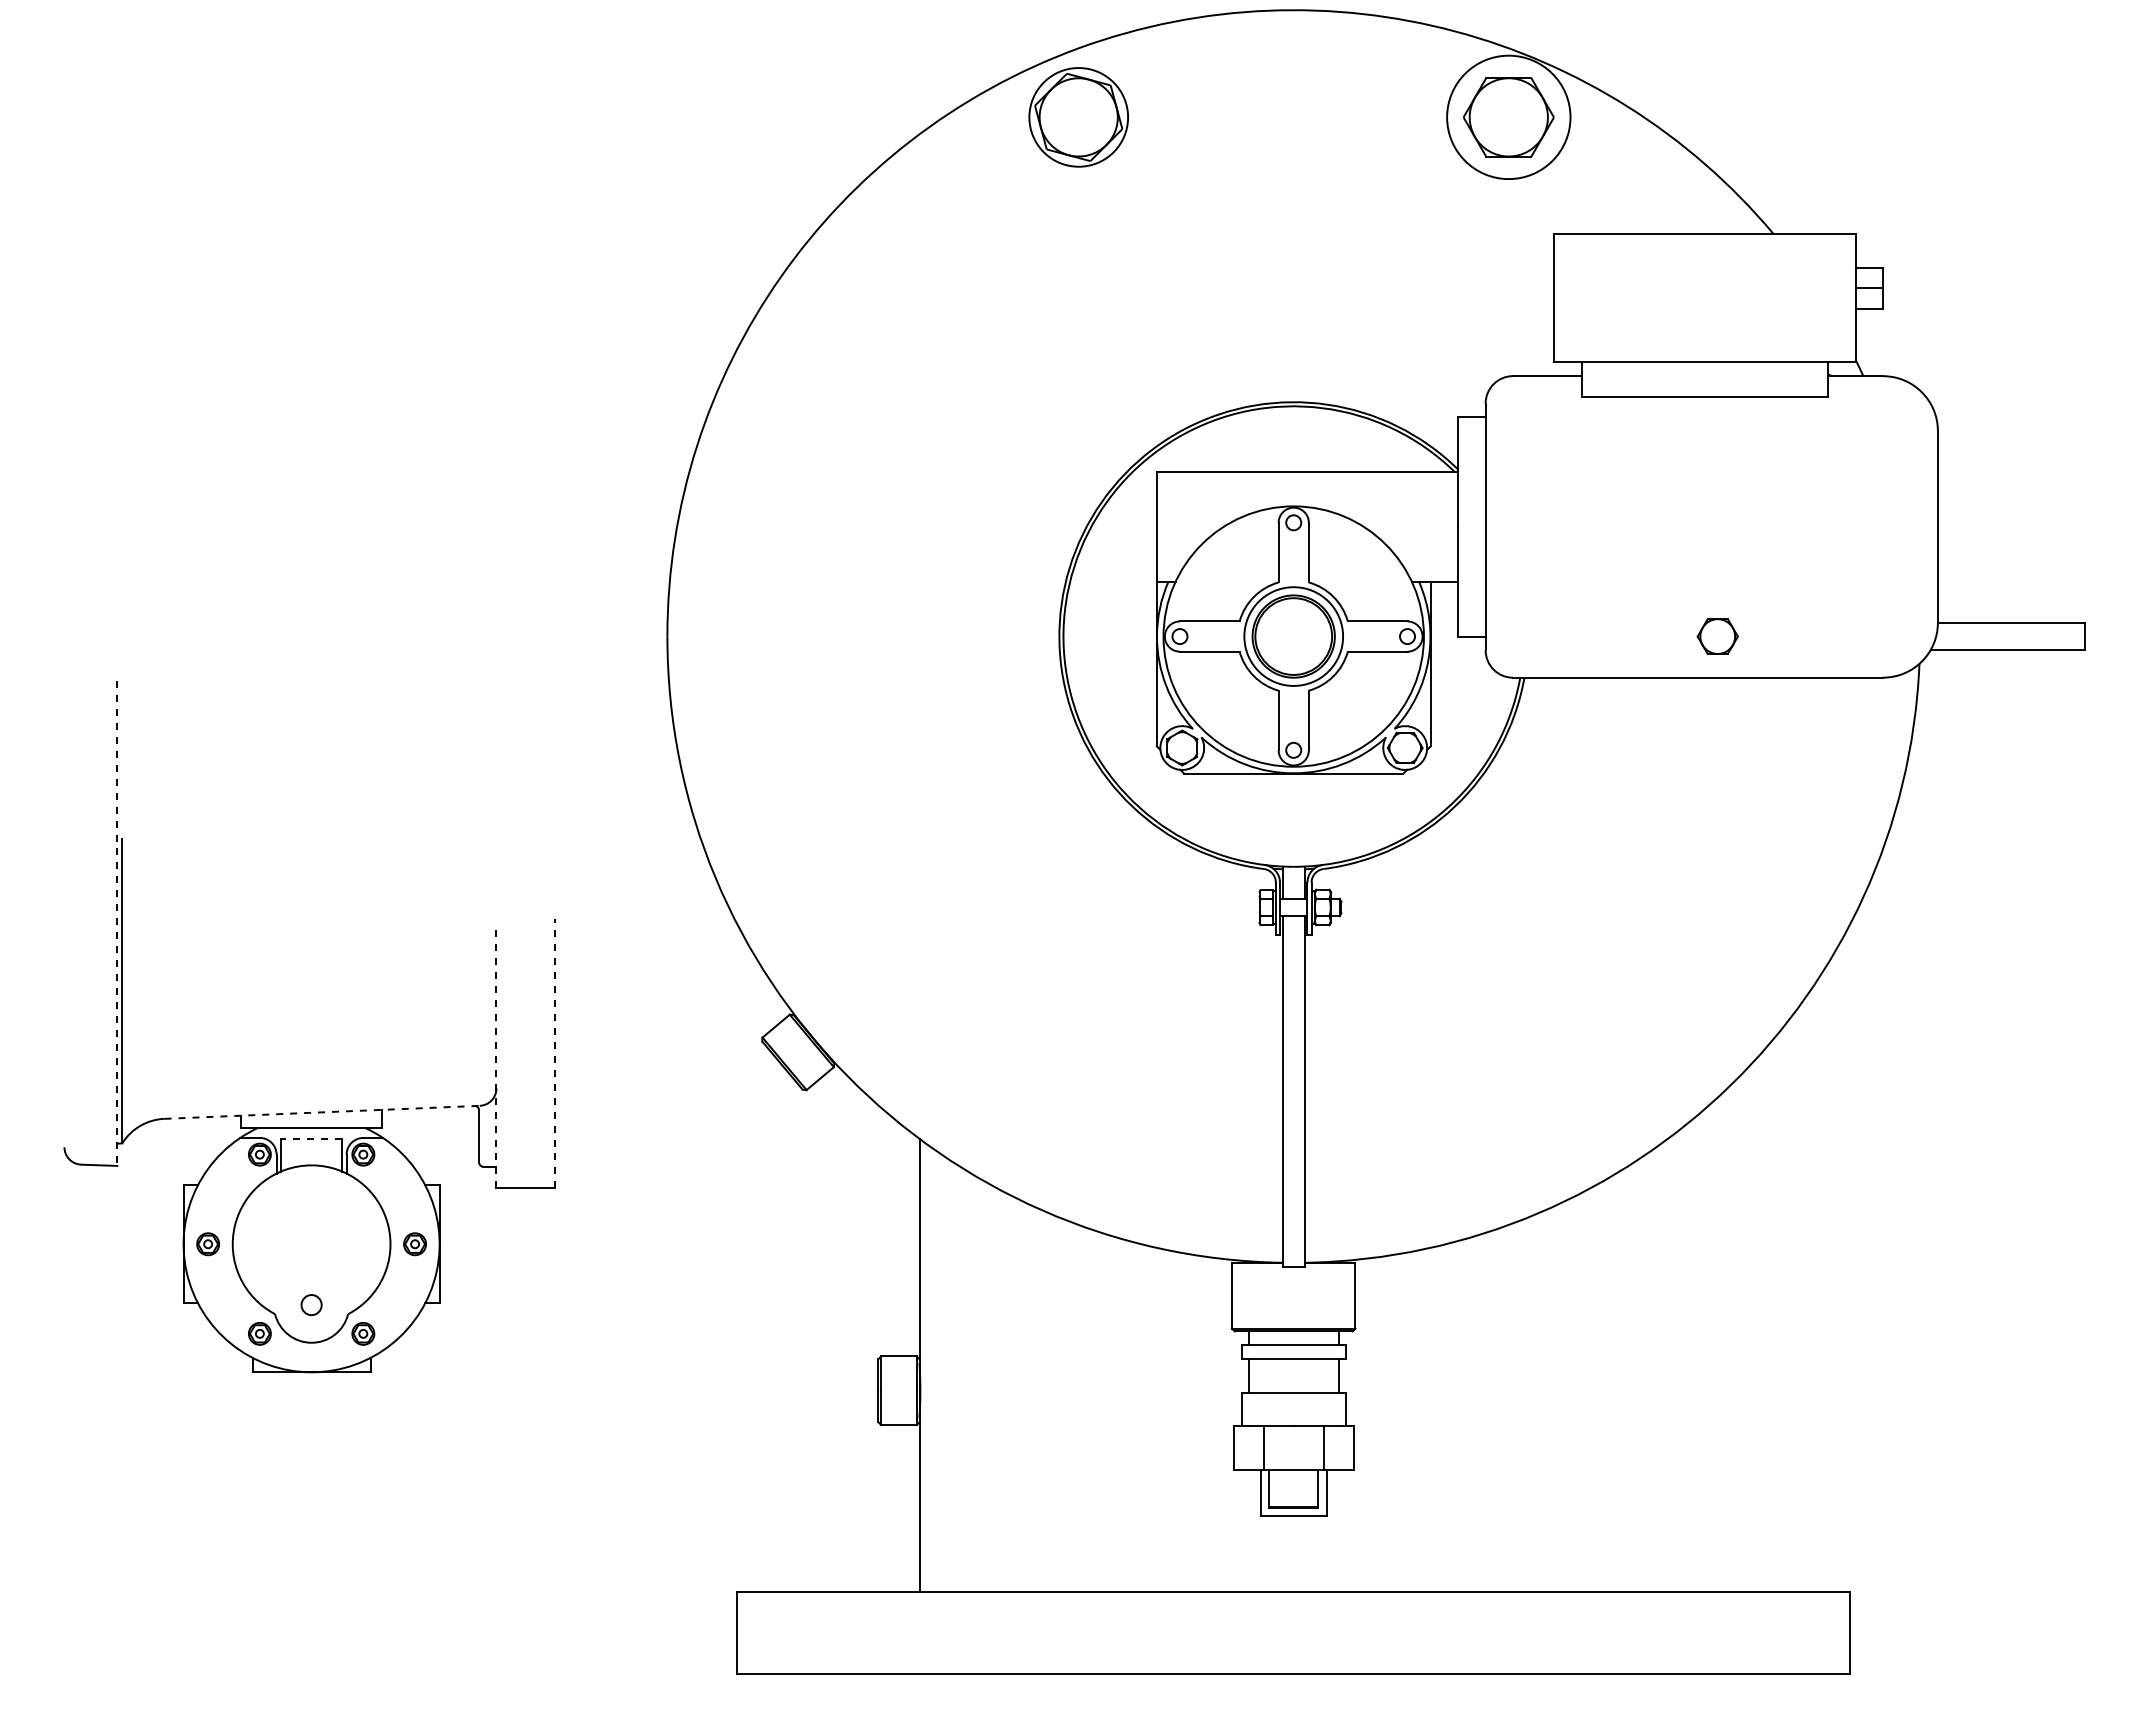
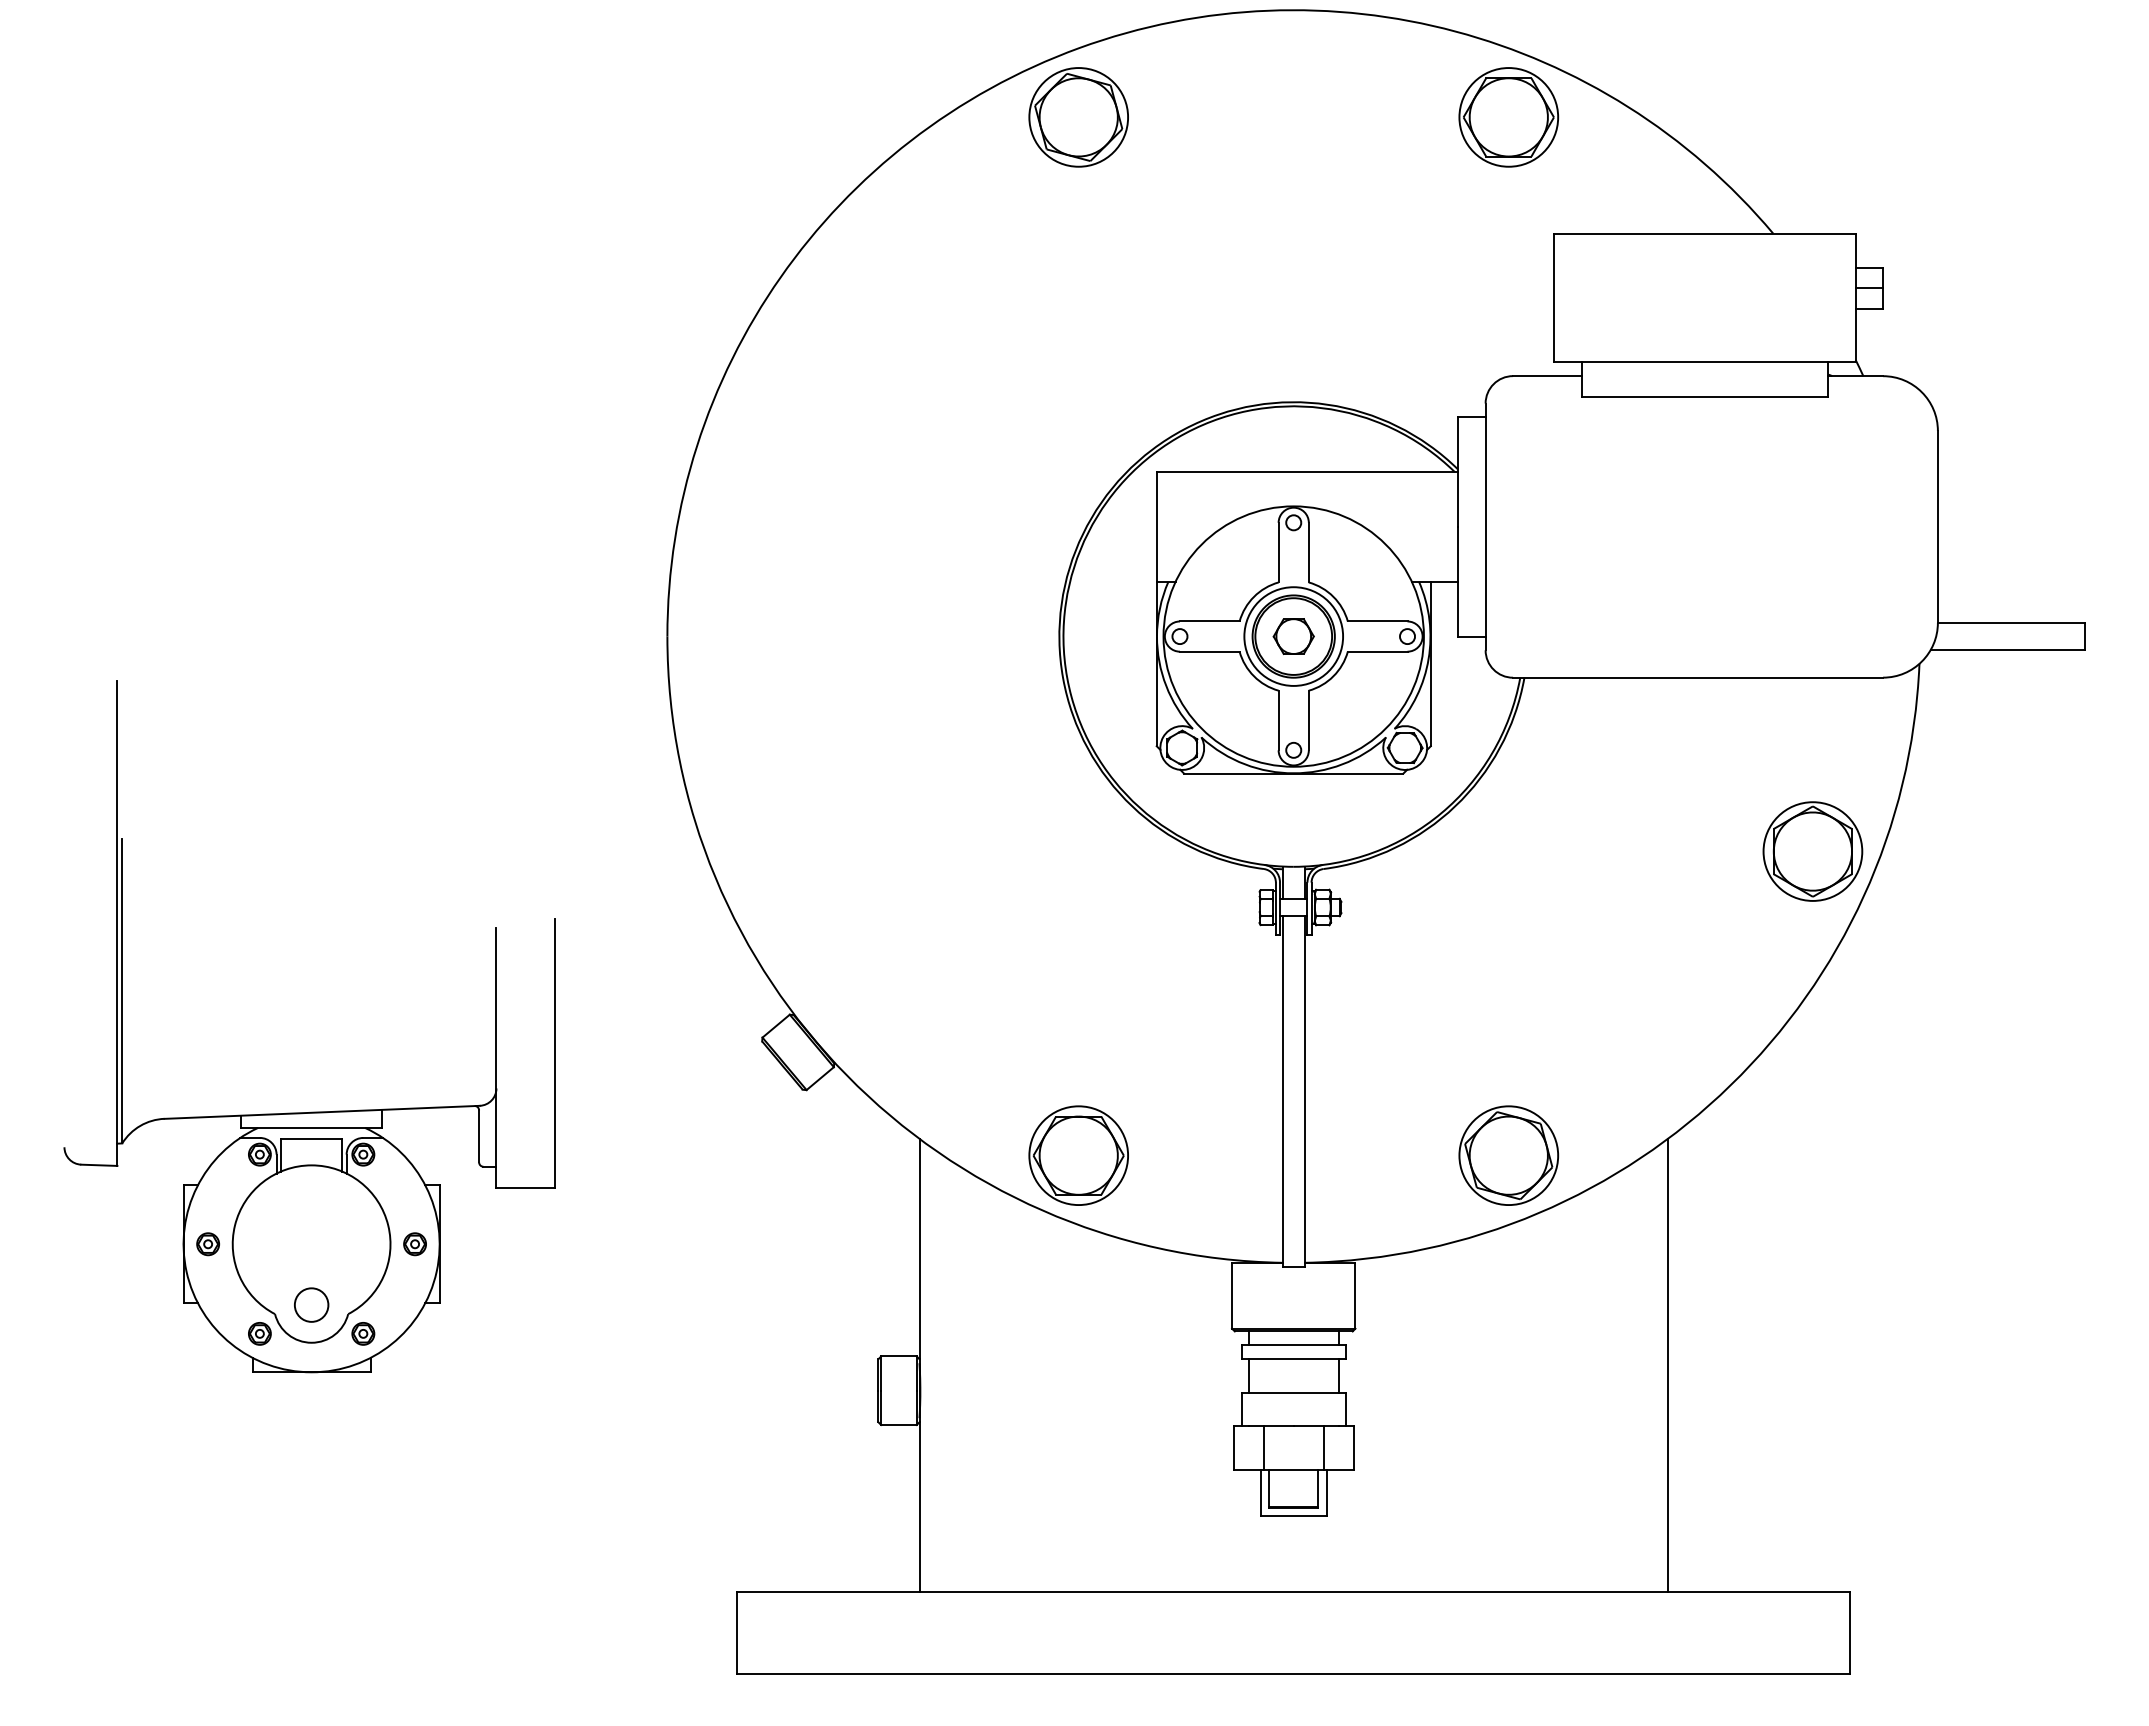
circle at (1508, 117) diameter: 123 px -> 99 px
part at (1717, 636) position: (1717, 636) -> (1293, 636)
part at (1812, 851): none -> present
line at (117, 923): dashed -> solid
line at (555, 1053): dashed -> solid
line at (496, 1057): dashed -> solid
line at (322, 1112): dashed -> solid
line at (311, 1139): dashed -> solid
part at (1078, 1155): none -> present
part at (1508, 1155): none -> present
circle at (311, 1305) diameter: 20 px -> 34 px
line at (1667, 1364): none -> present
